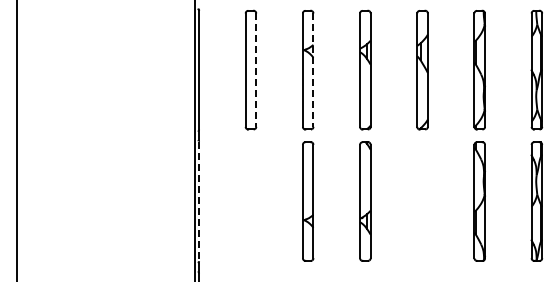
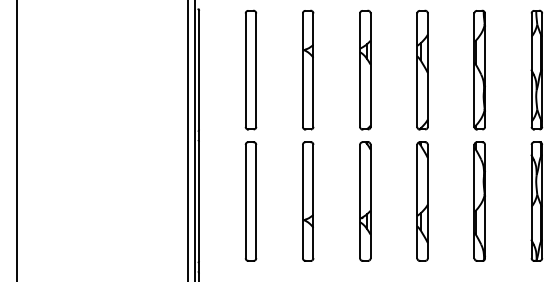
line at (256, 70): dashed -> solid
line at (313, 70): dashed -> solid
line at (188, 140): none -> present
line at (199, 201): dashed -> solid
part at (250, 201): none -> present
part at (422, 201): none -> present
